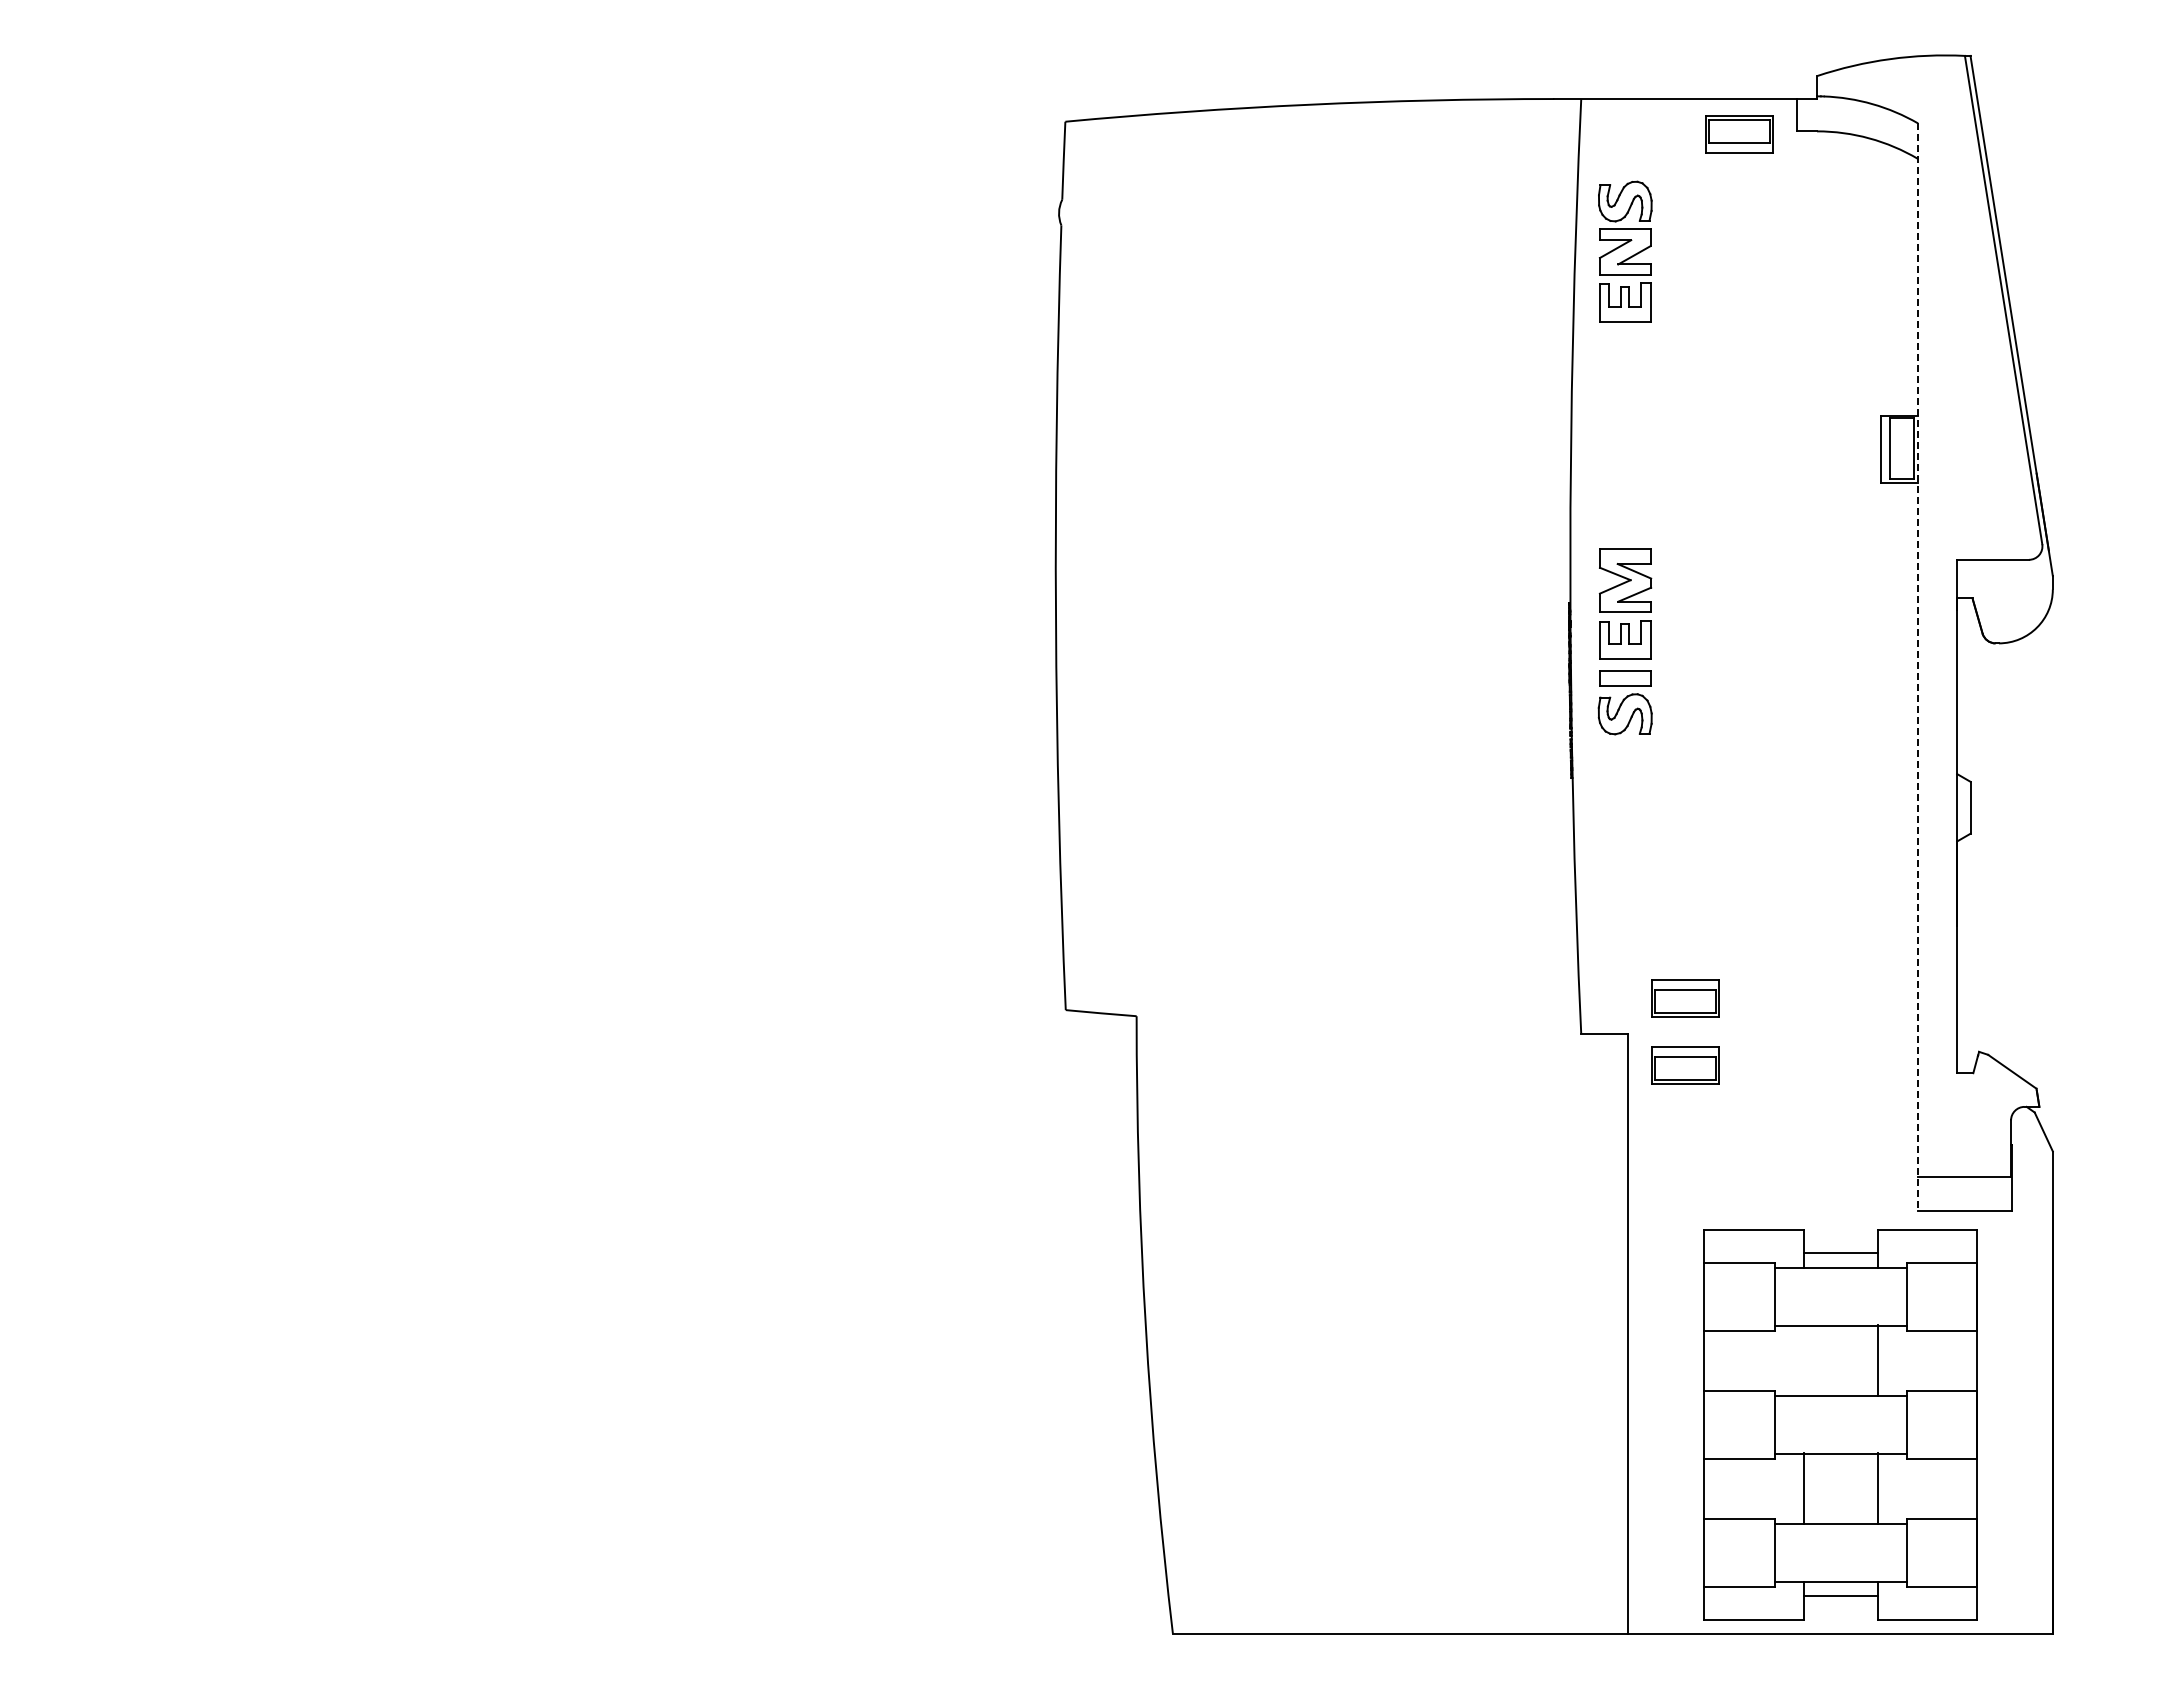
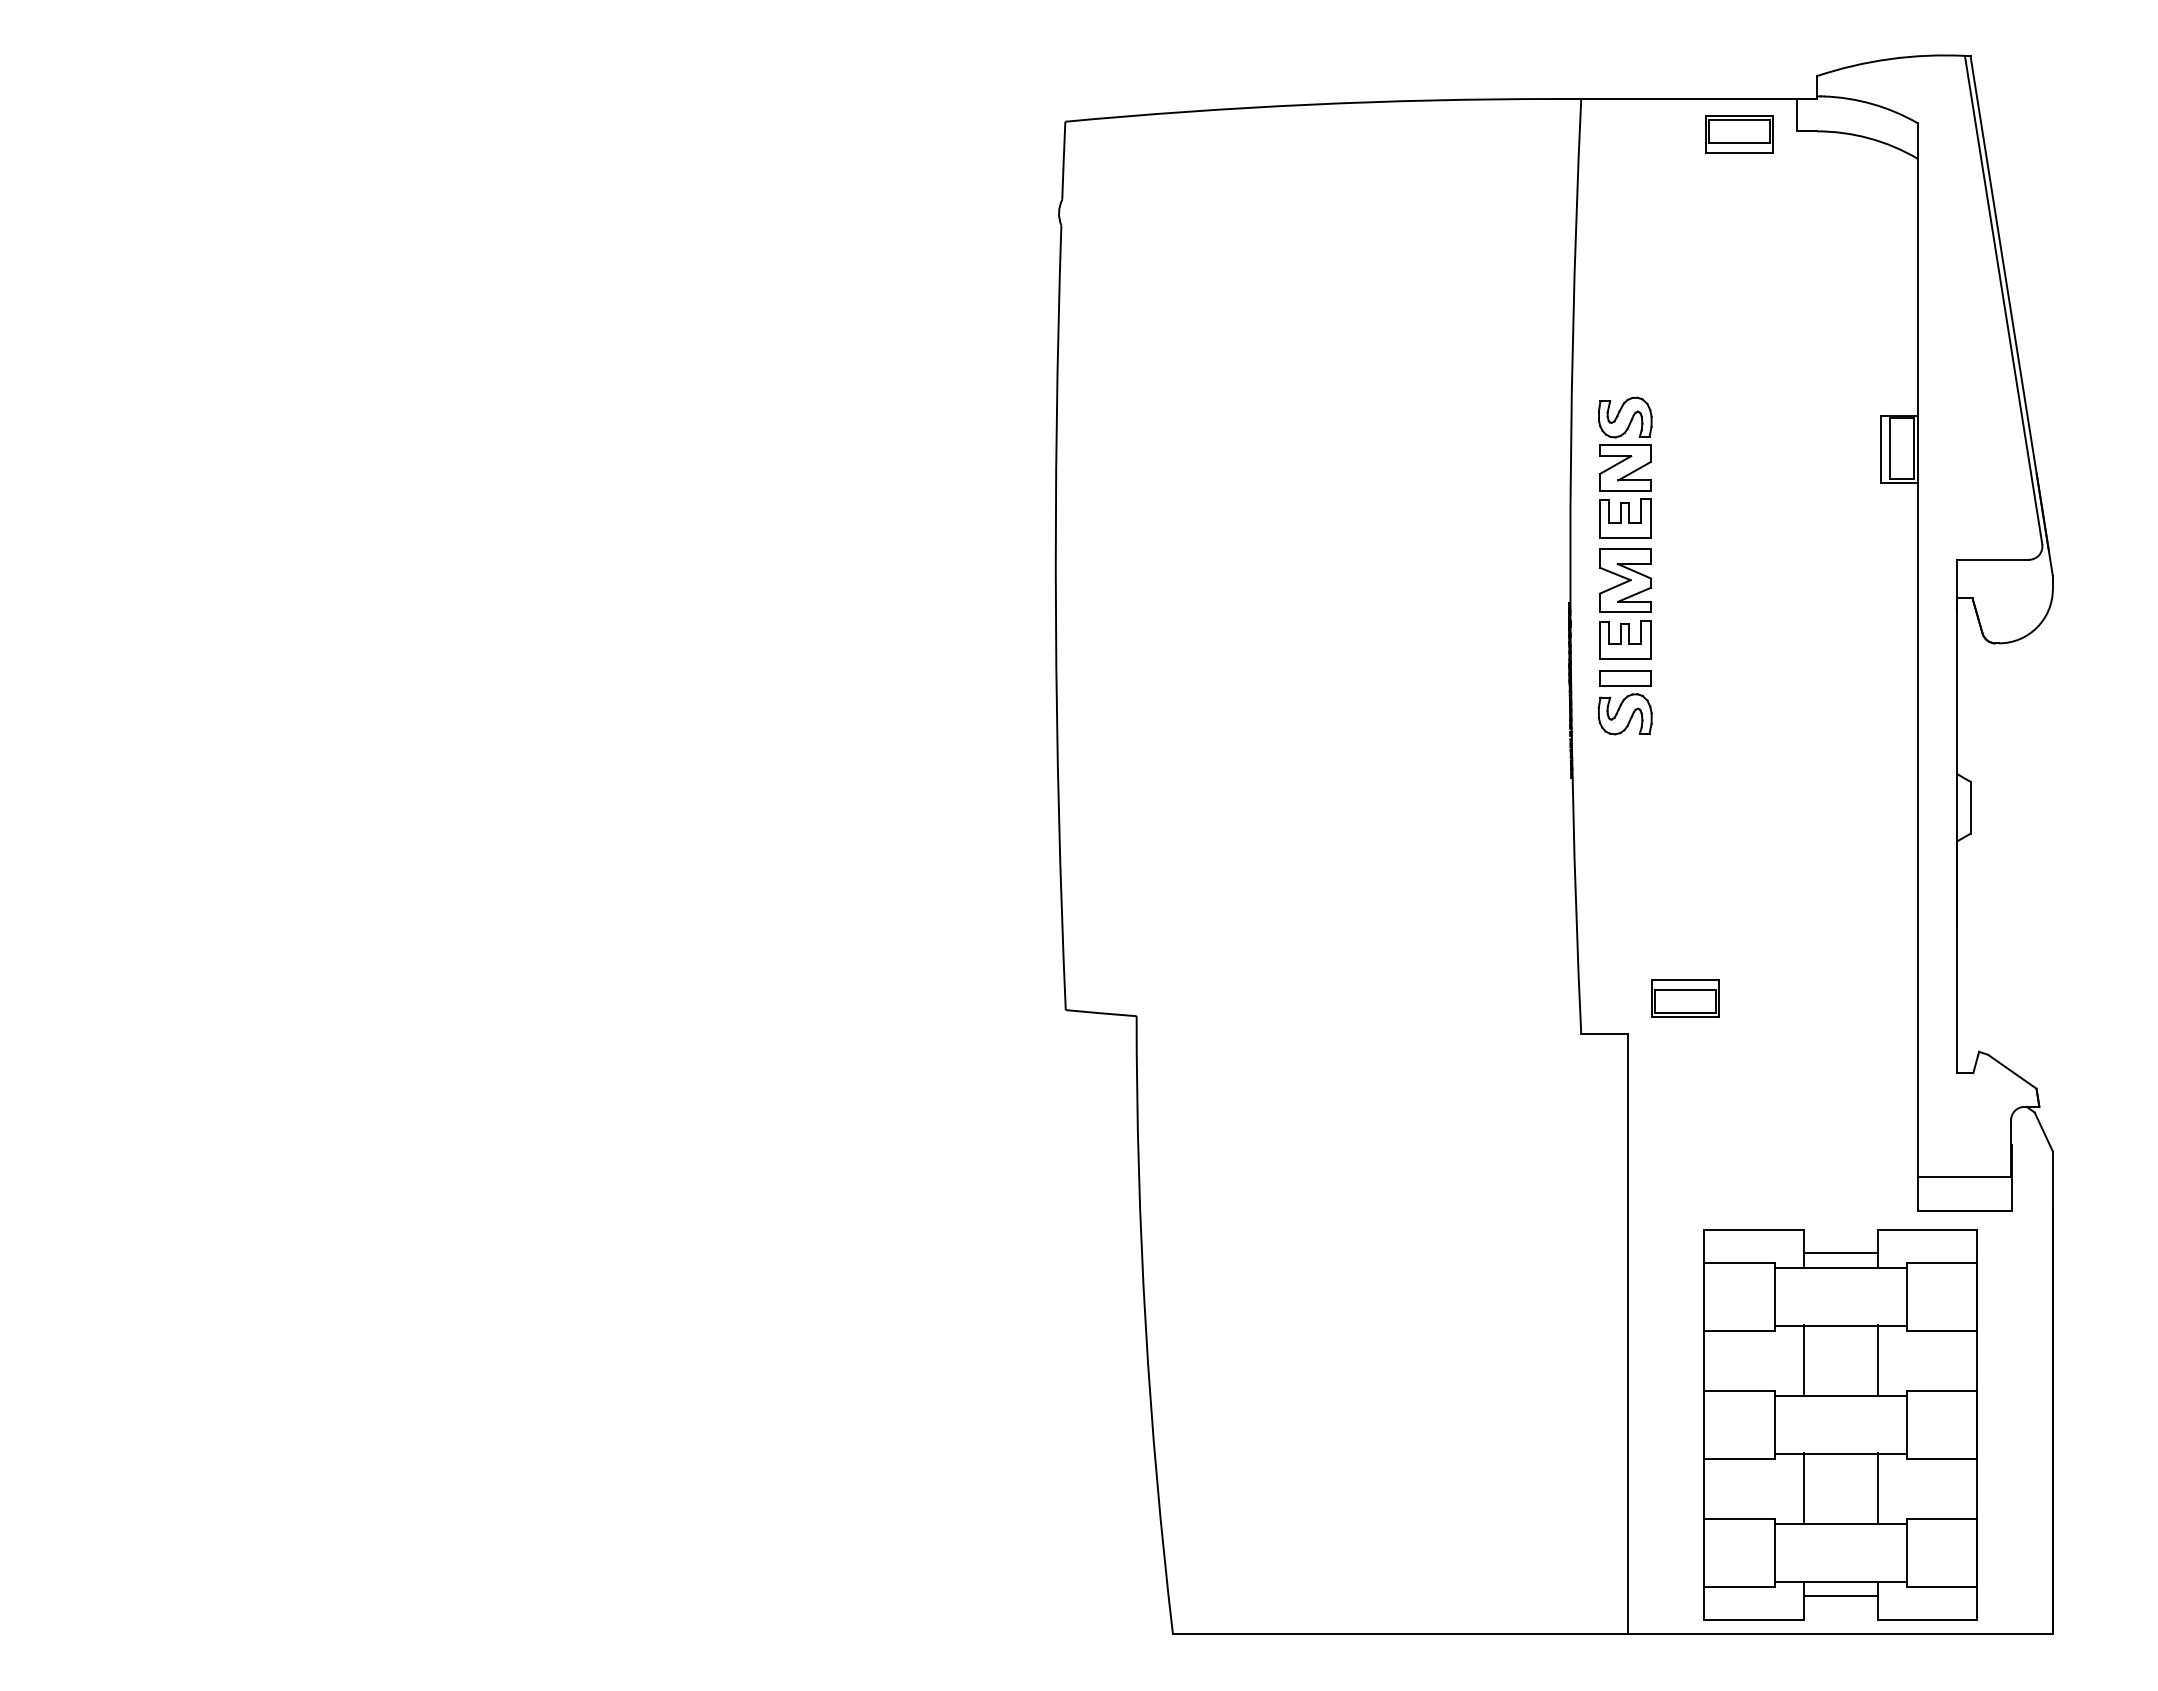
part at (1625, 251) position: (1625, 251) -> (1625, 467)
line at (1918, 667): dashed -> solid
part at (1685, 1065): present -> none
line at (1803, 1360): none -> present
